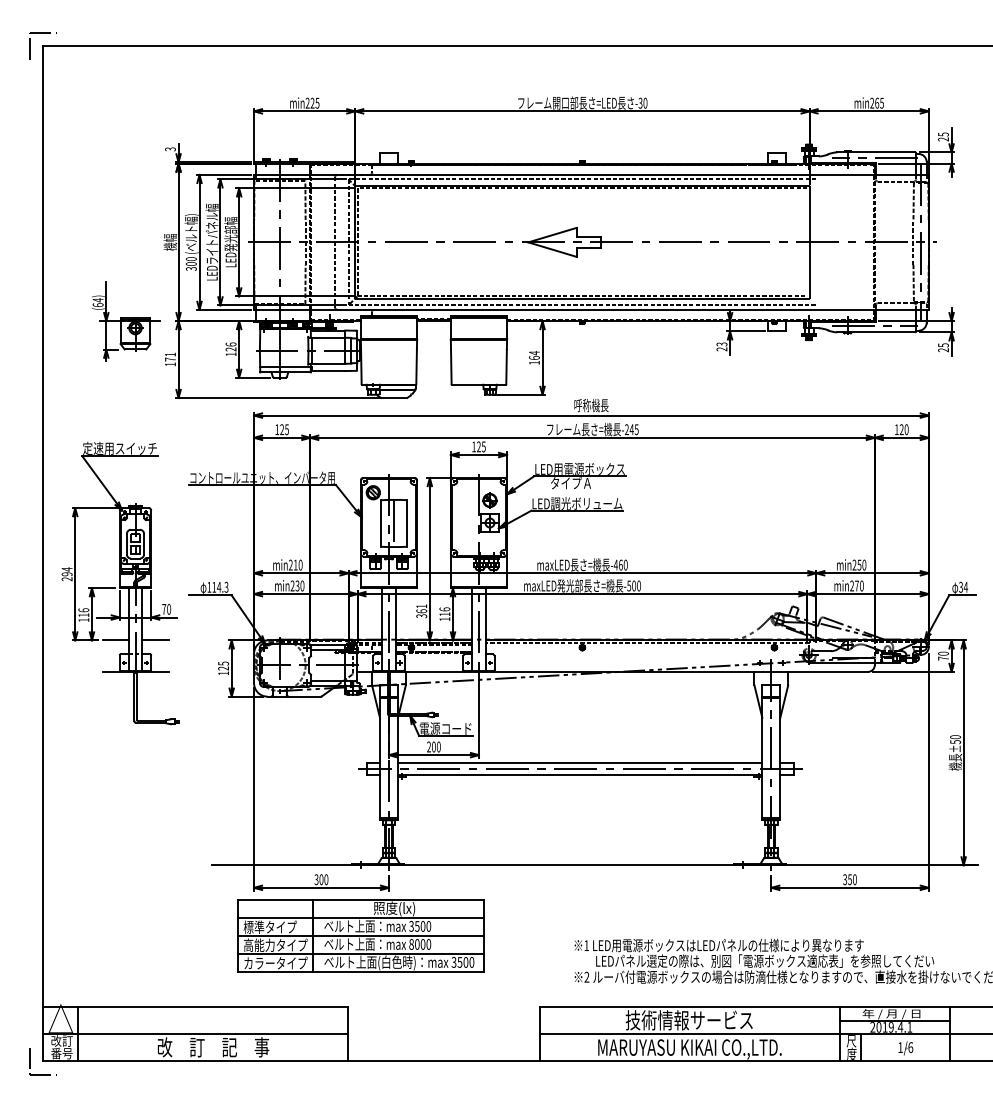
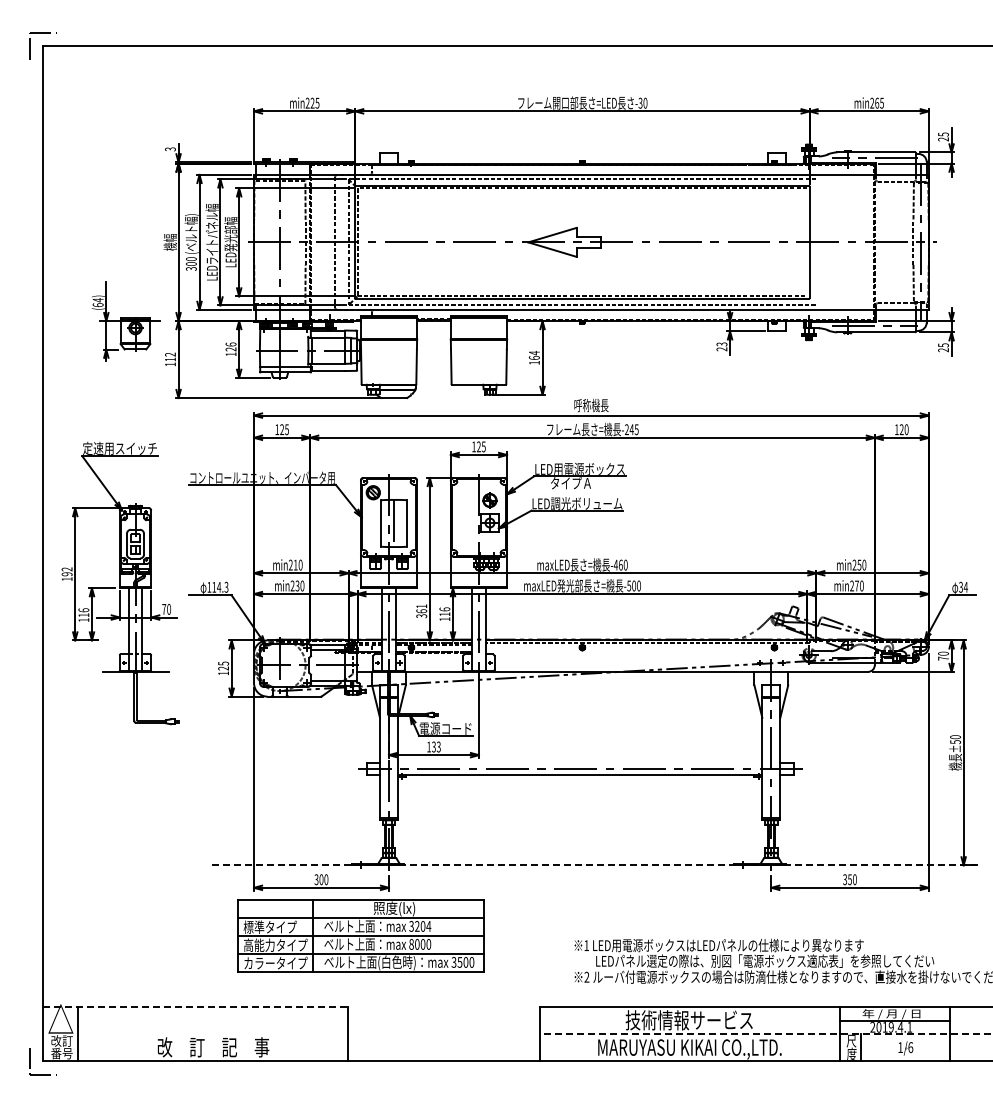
text at (170, 356): 171 -> 112
text at (66, 574): 294 -> 192
line at (115, 640): present -> none
line at (155, 640): present -> none
text at (433, 746): 200 -> 133
line at (579, 763): present -> none
line at (595, 865): solid -> dashed
text at (423, 926): 3500 -> 3204
line at (196, 1007): solid -> dashed
line at (195, 1034): present -> none
line at (765, 1034): solid -> dashed
